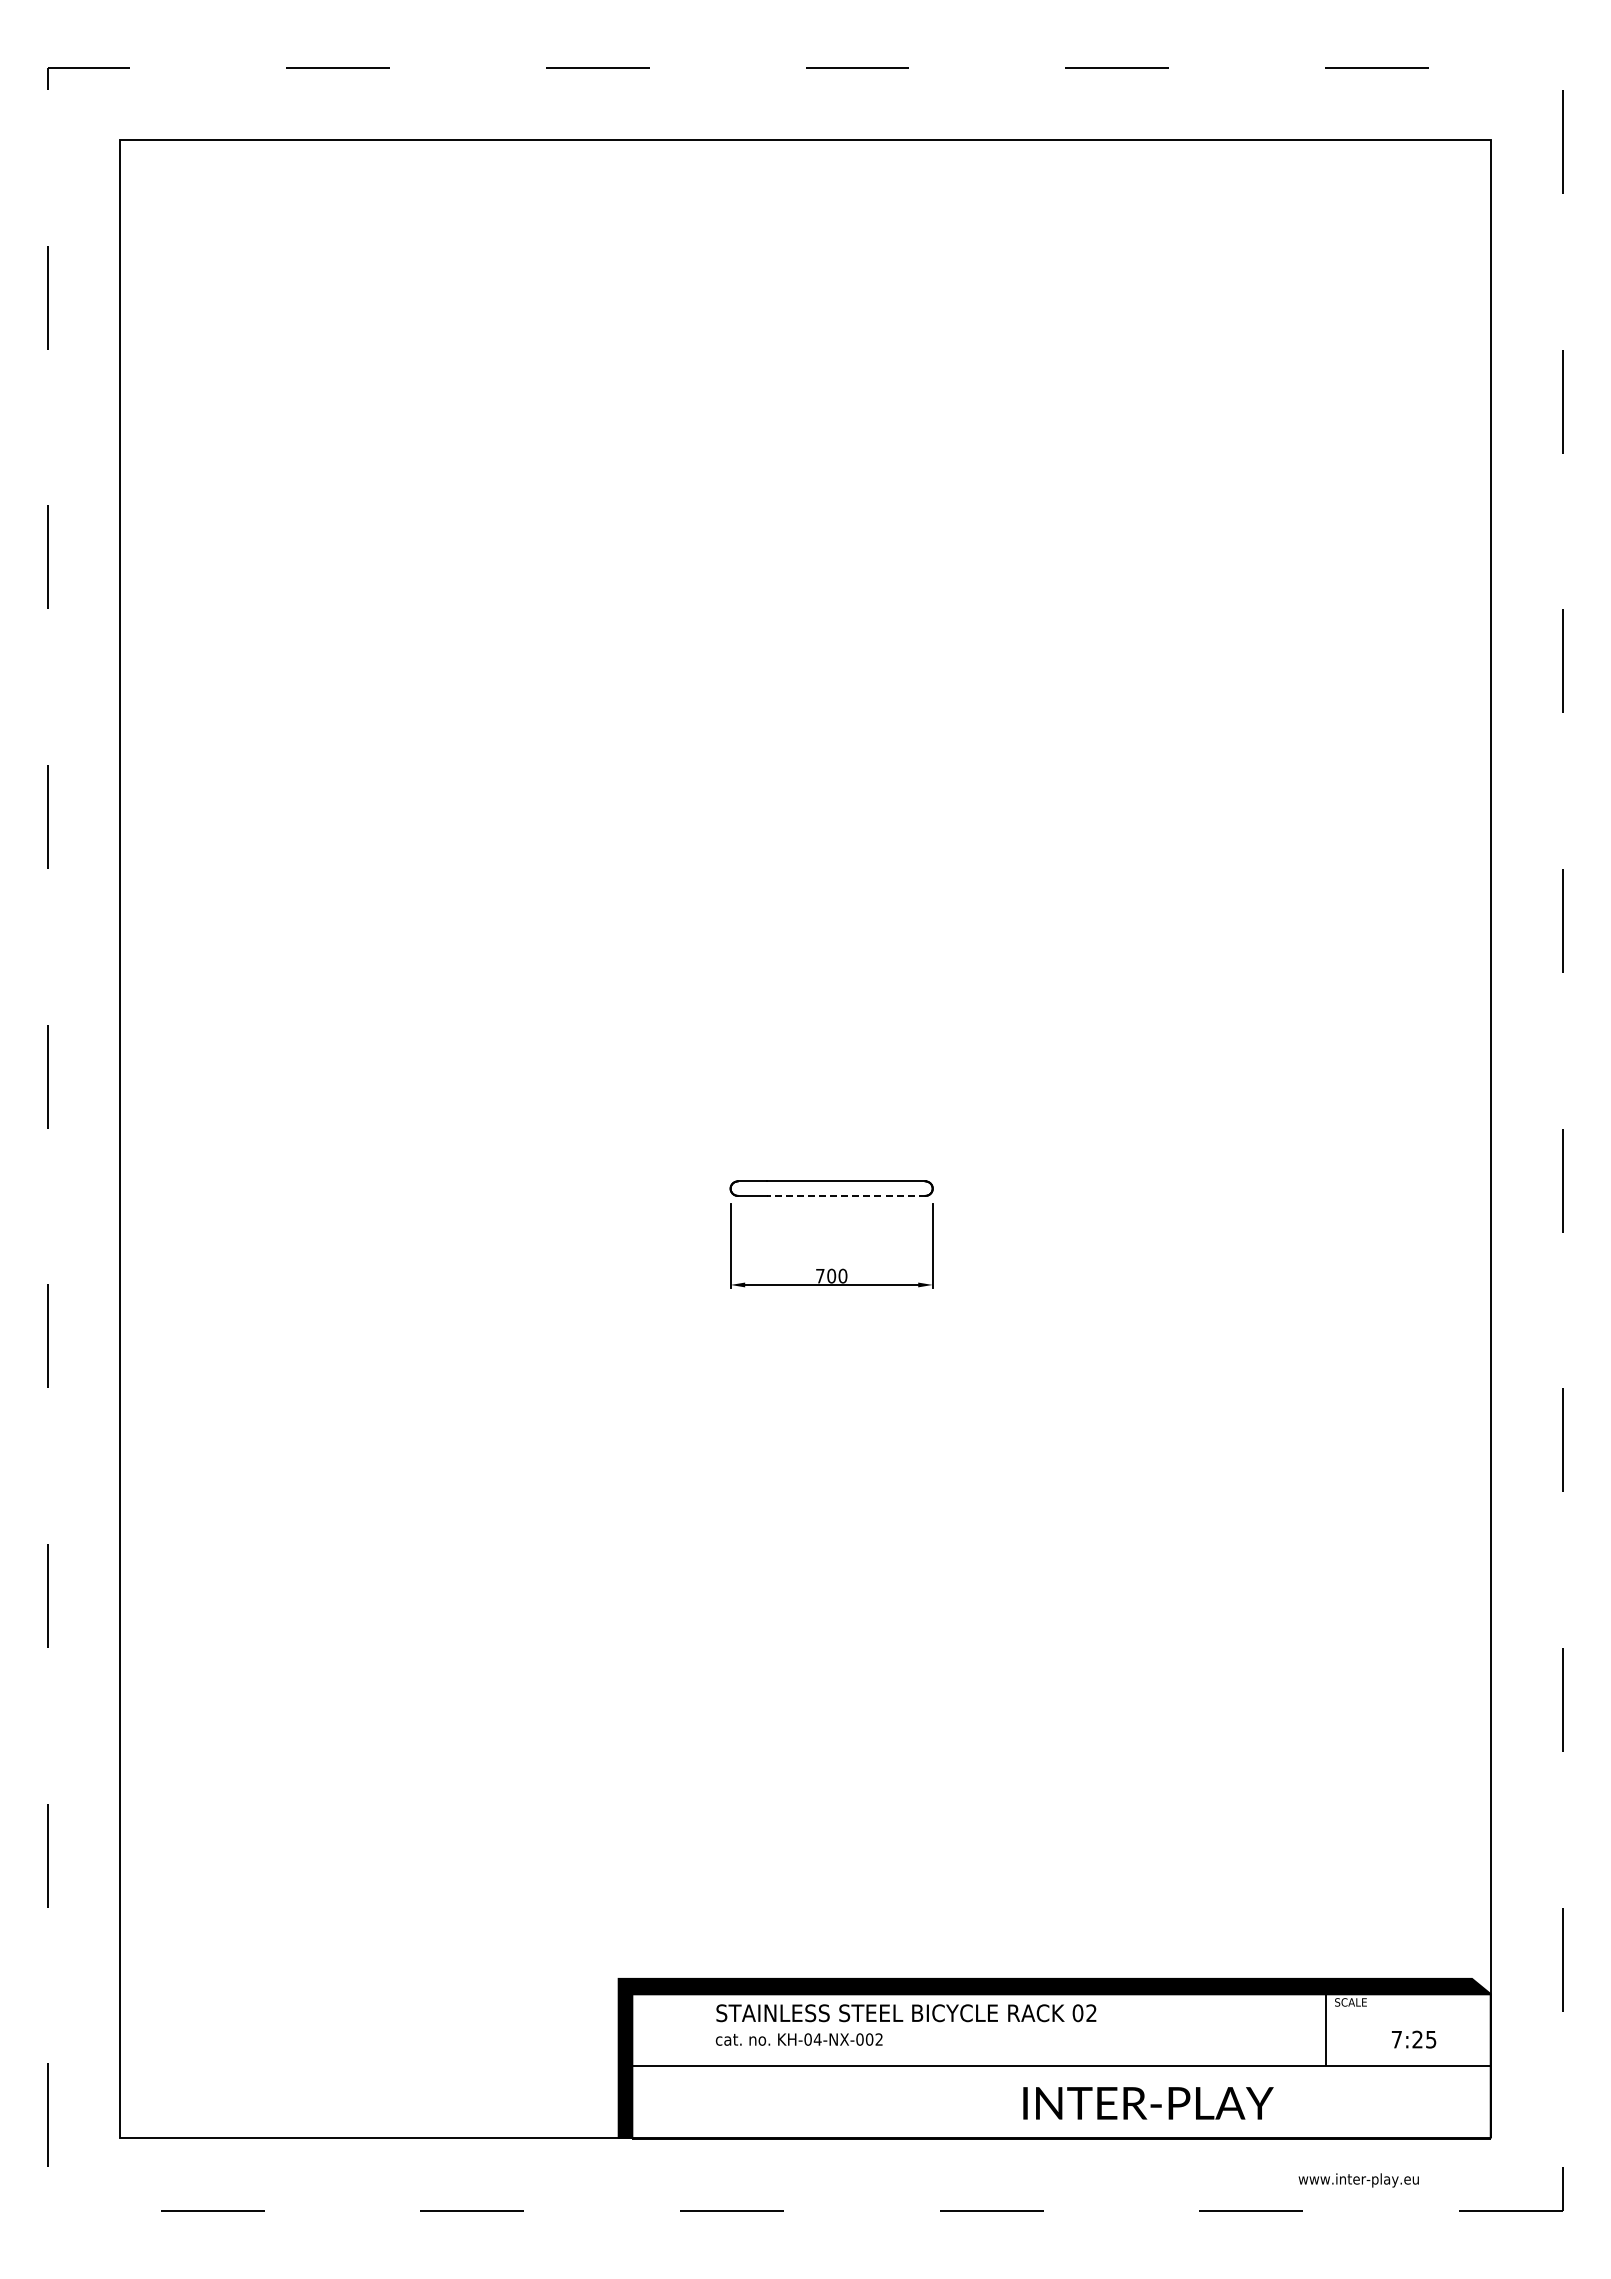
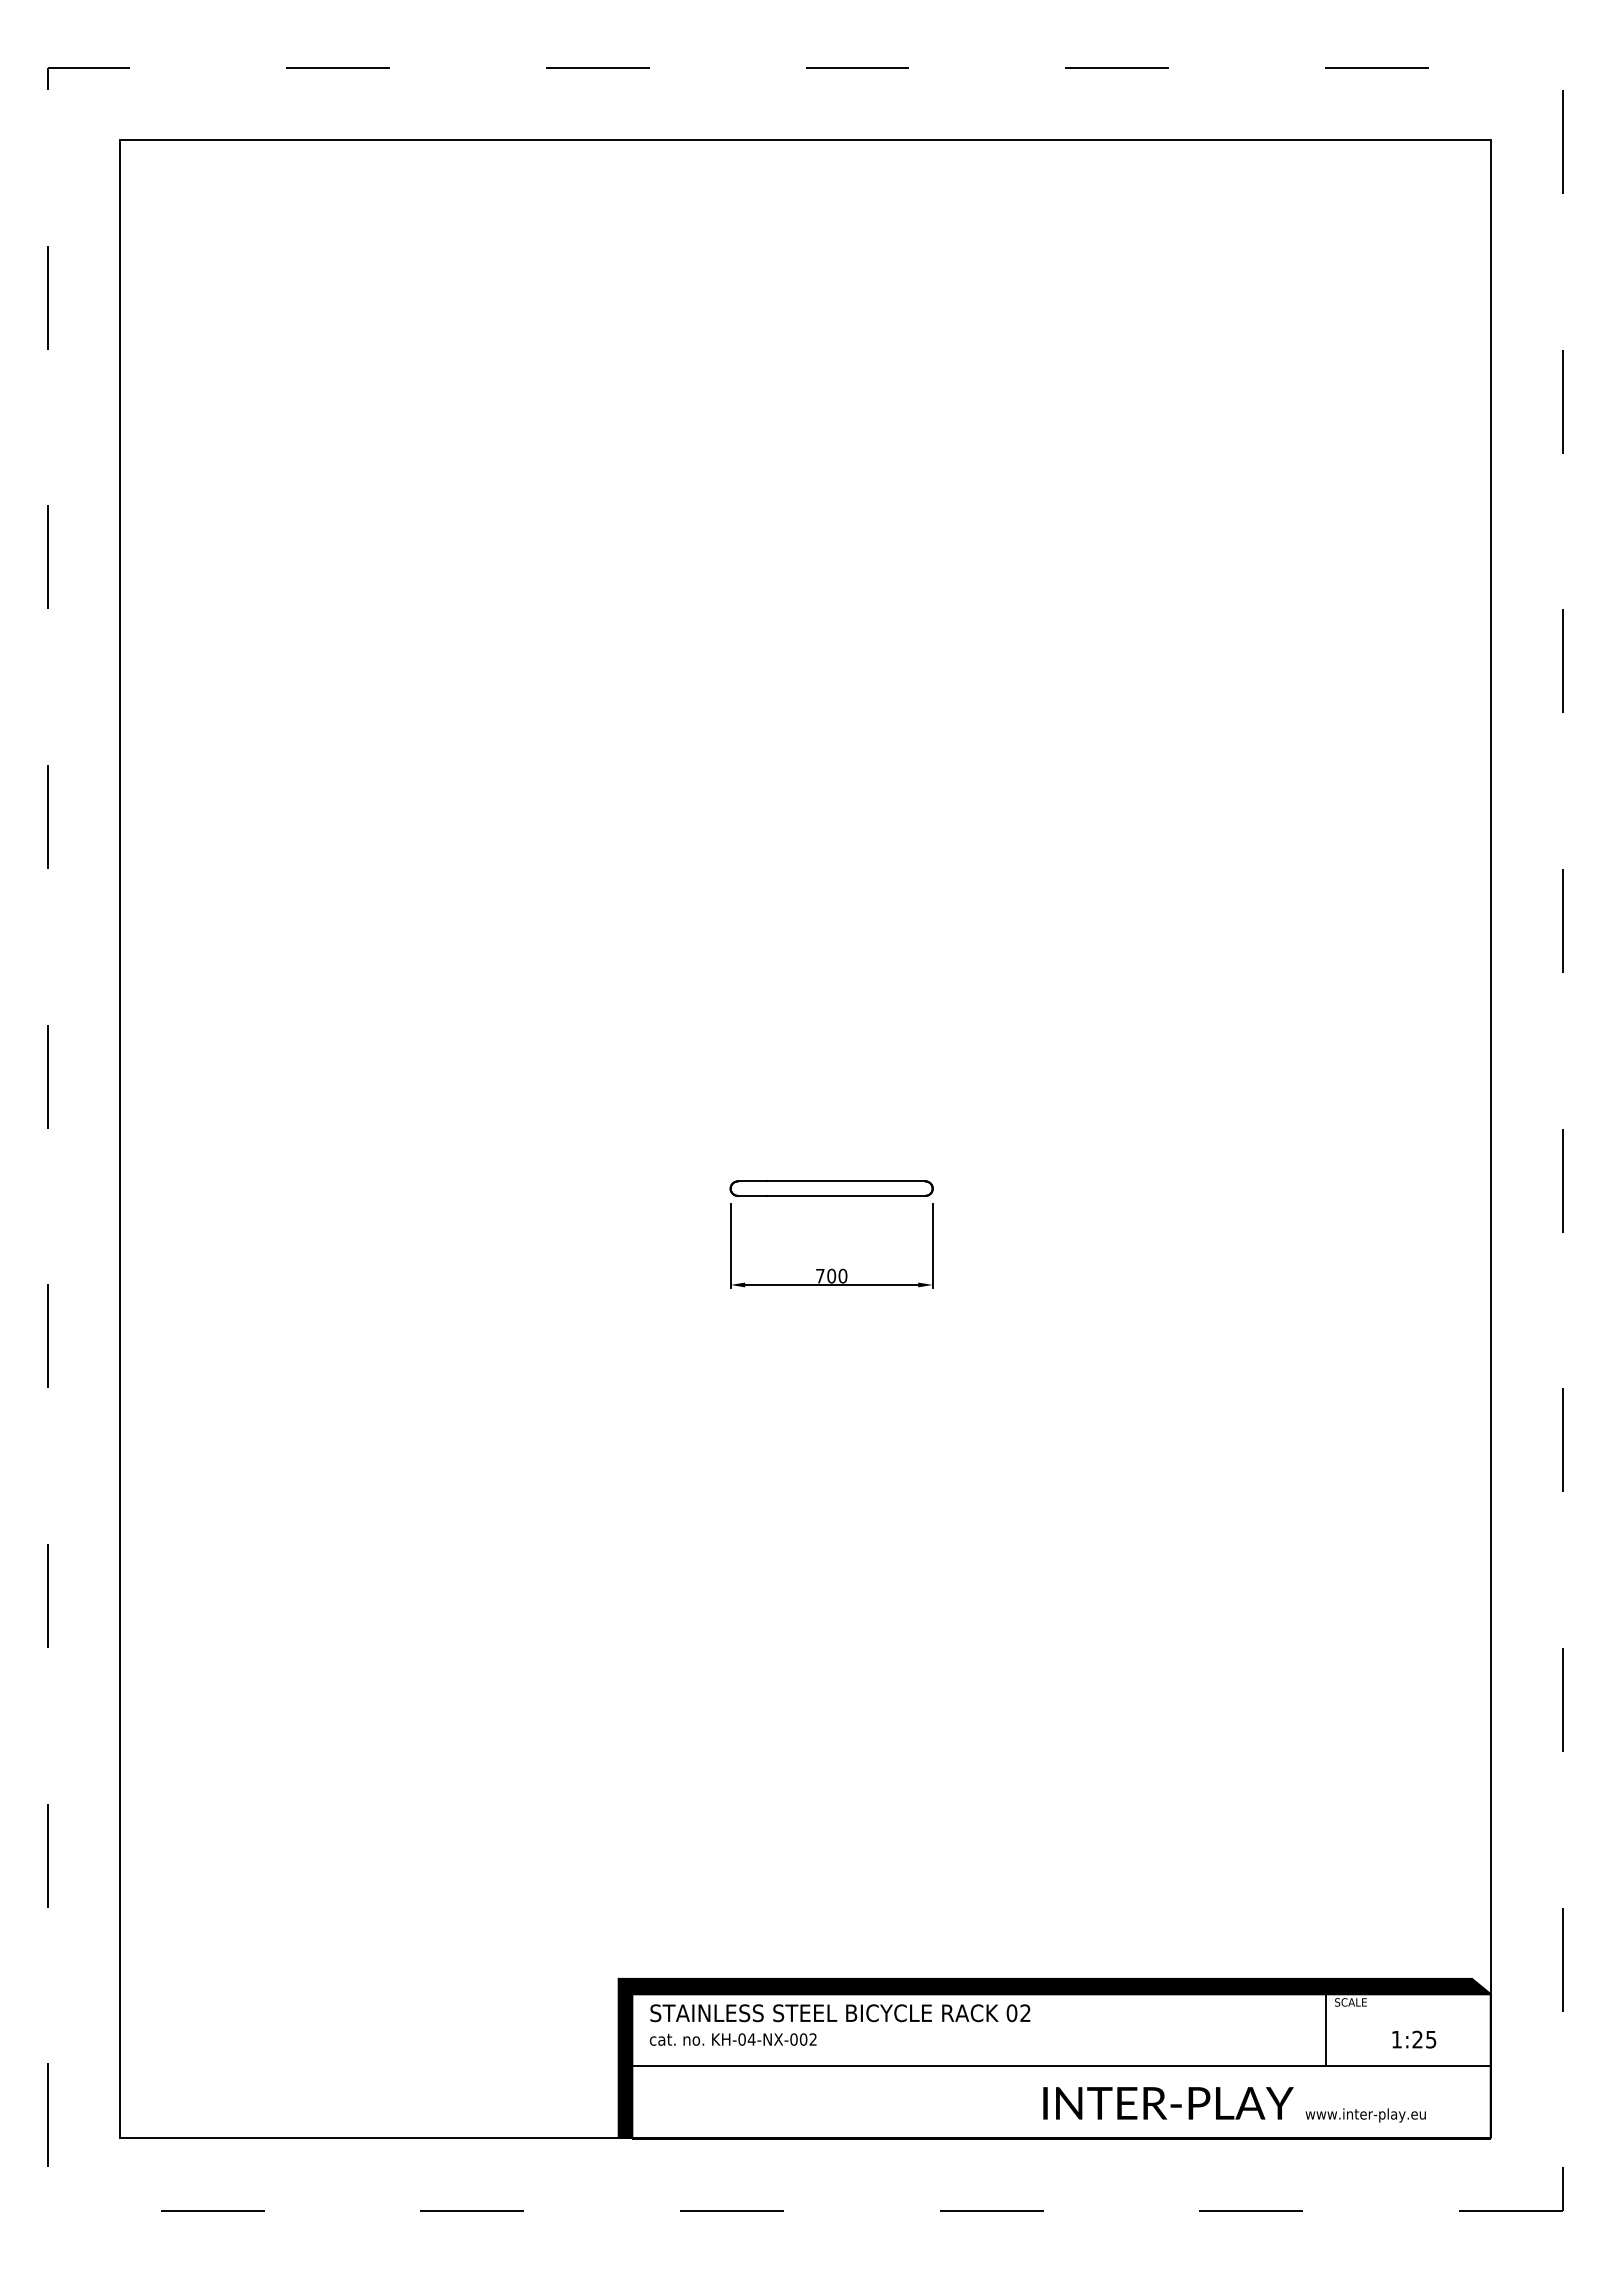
line at (845, 1195): dashed -> solid
text at (905, 2024) position: (905, 2024) -> (839, 2024)
text at (1396, 2039): 7:25 -> 1:25
text at (1148, 2103) position: (1148, 2103) -> (1168, 2103)
text at (1358, 2180) position: (1358, 2180) -> (1365, 2115)
